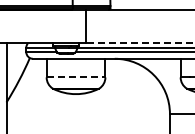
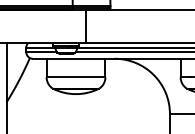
line at (139, 43): dashed -> solid
line at (76, 77): dashed -> solid
